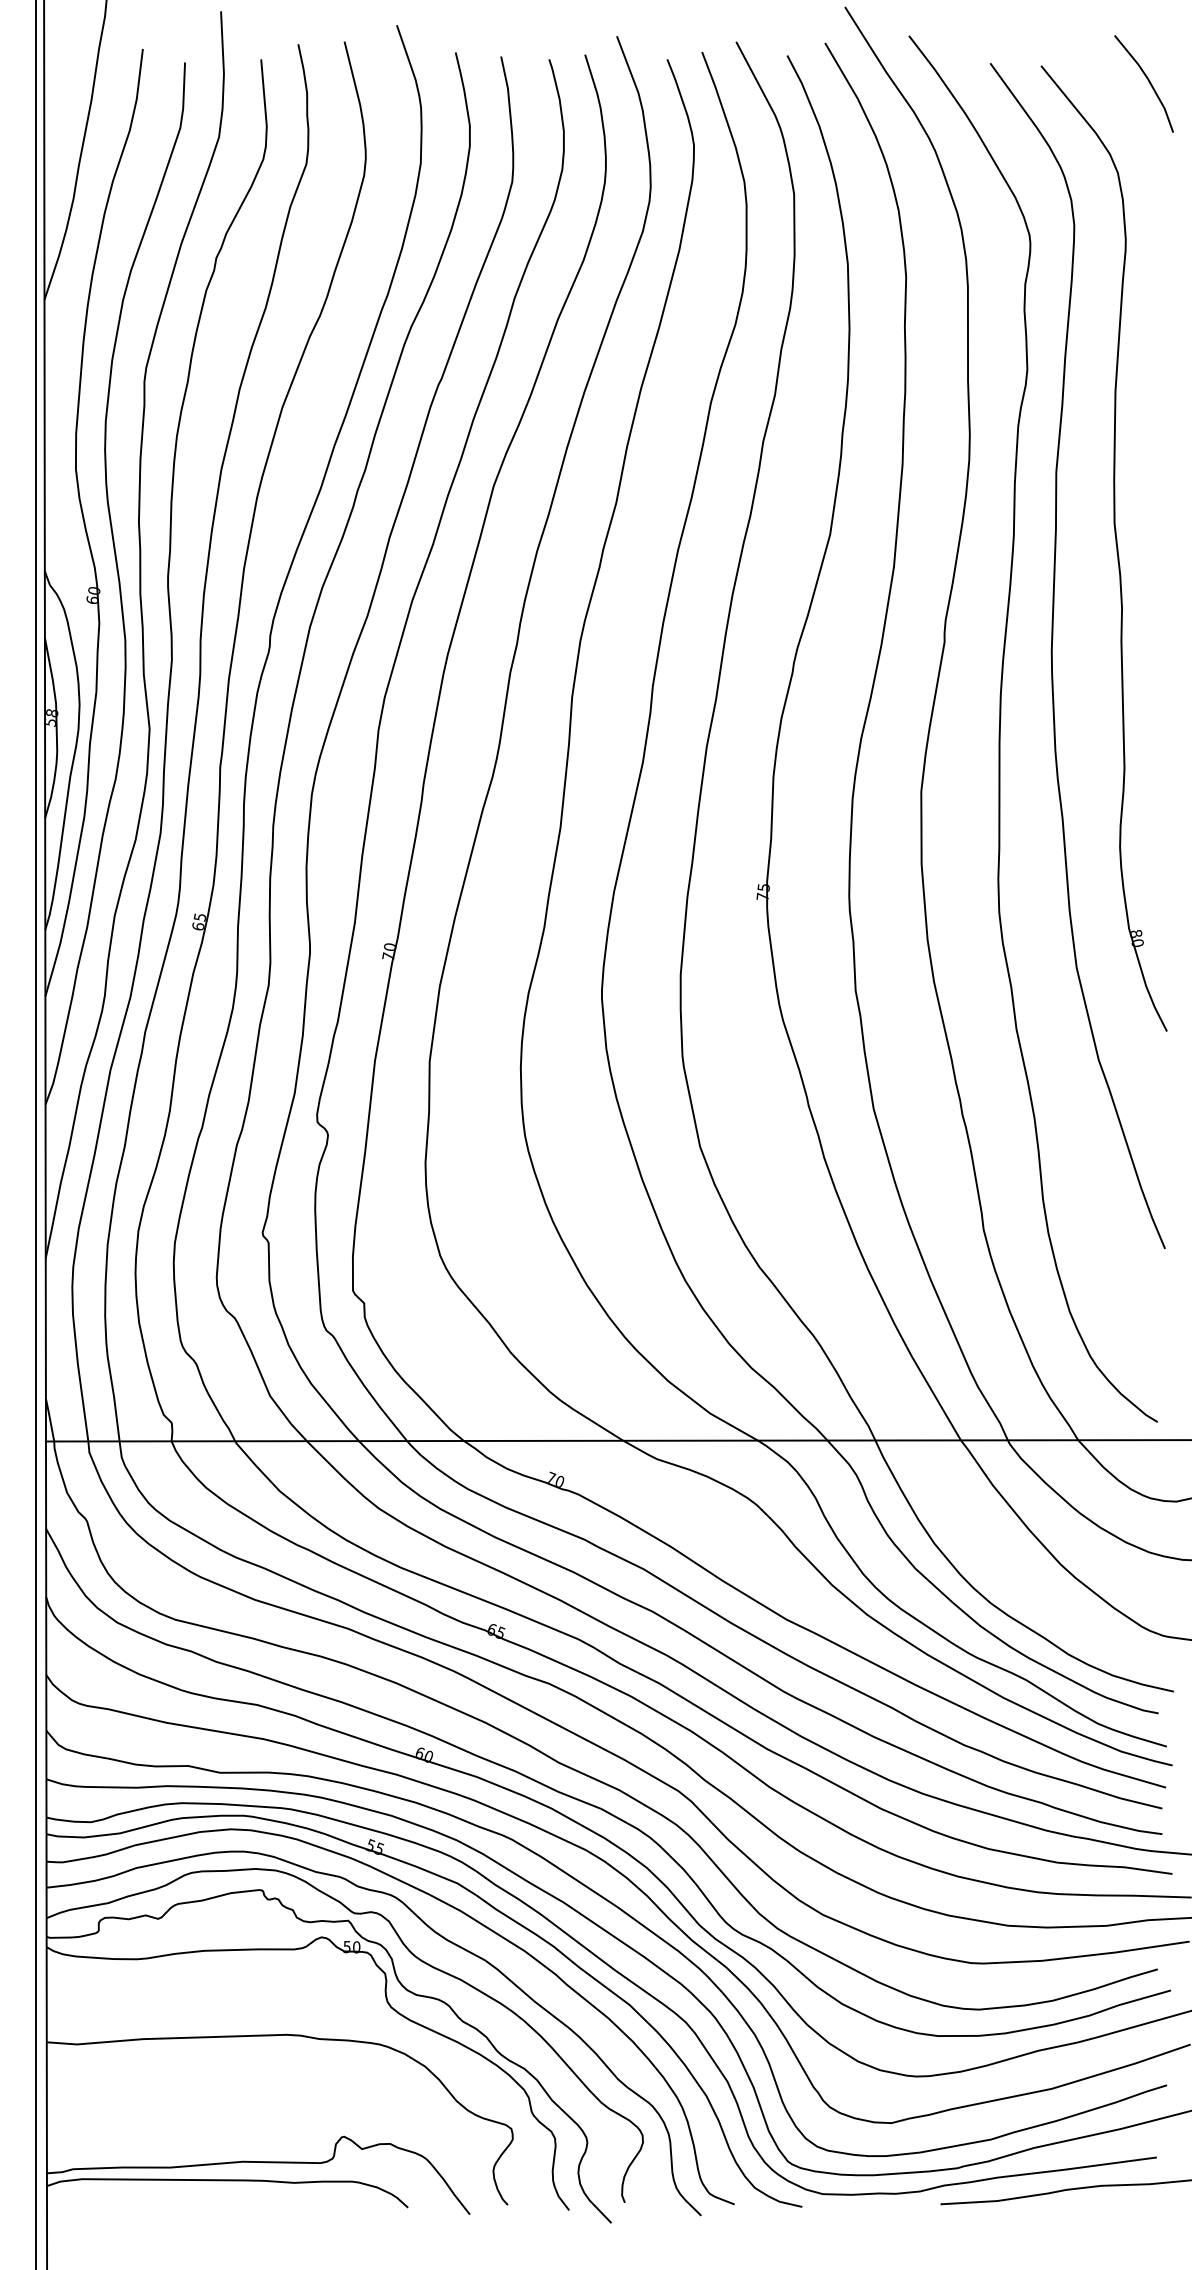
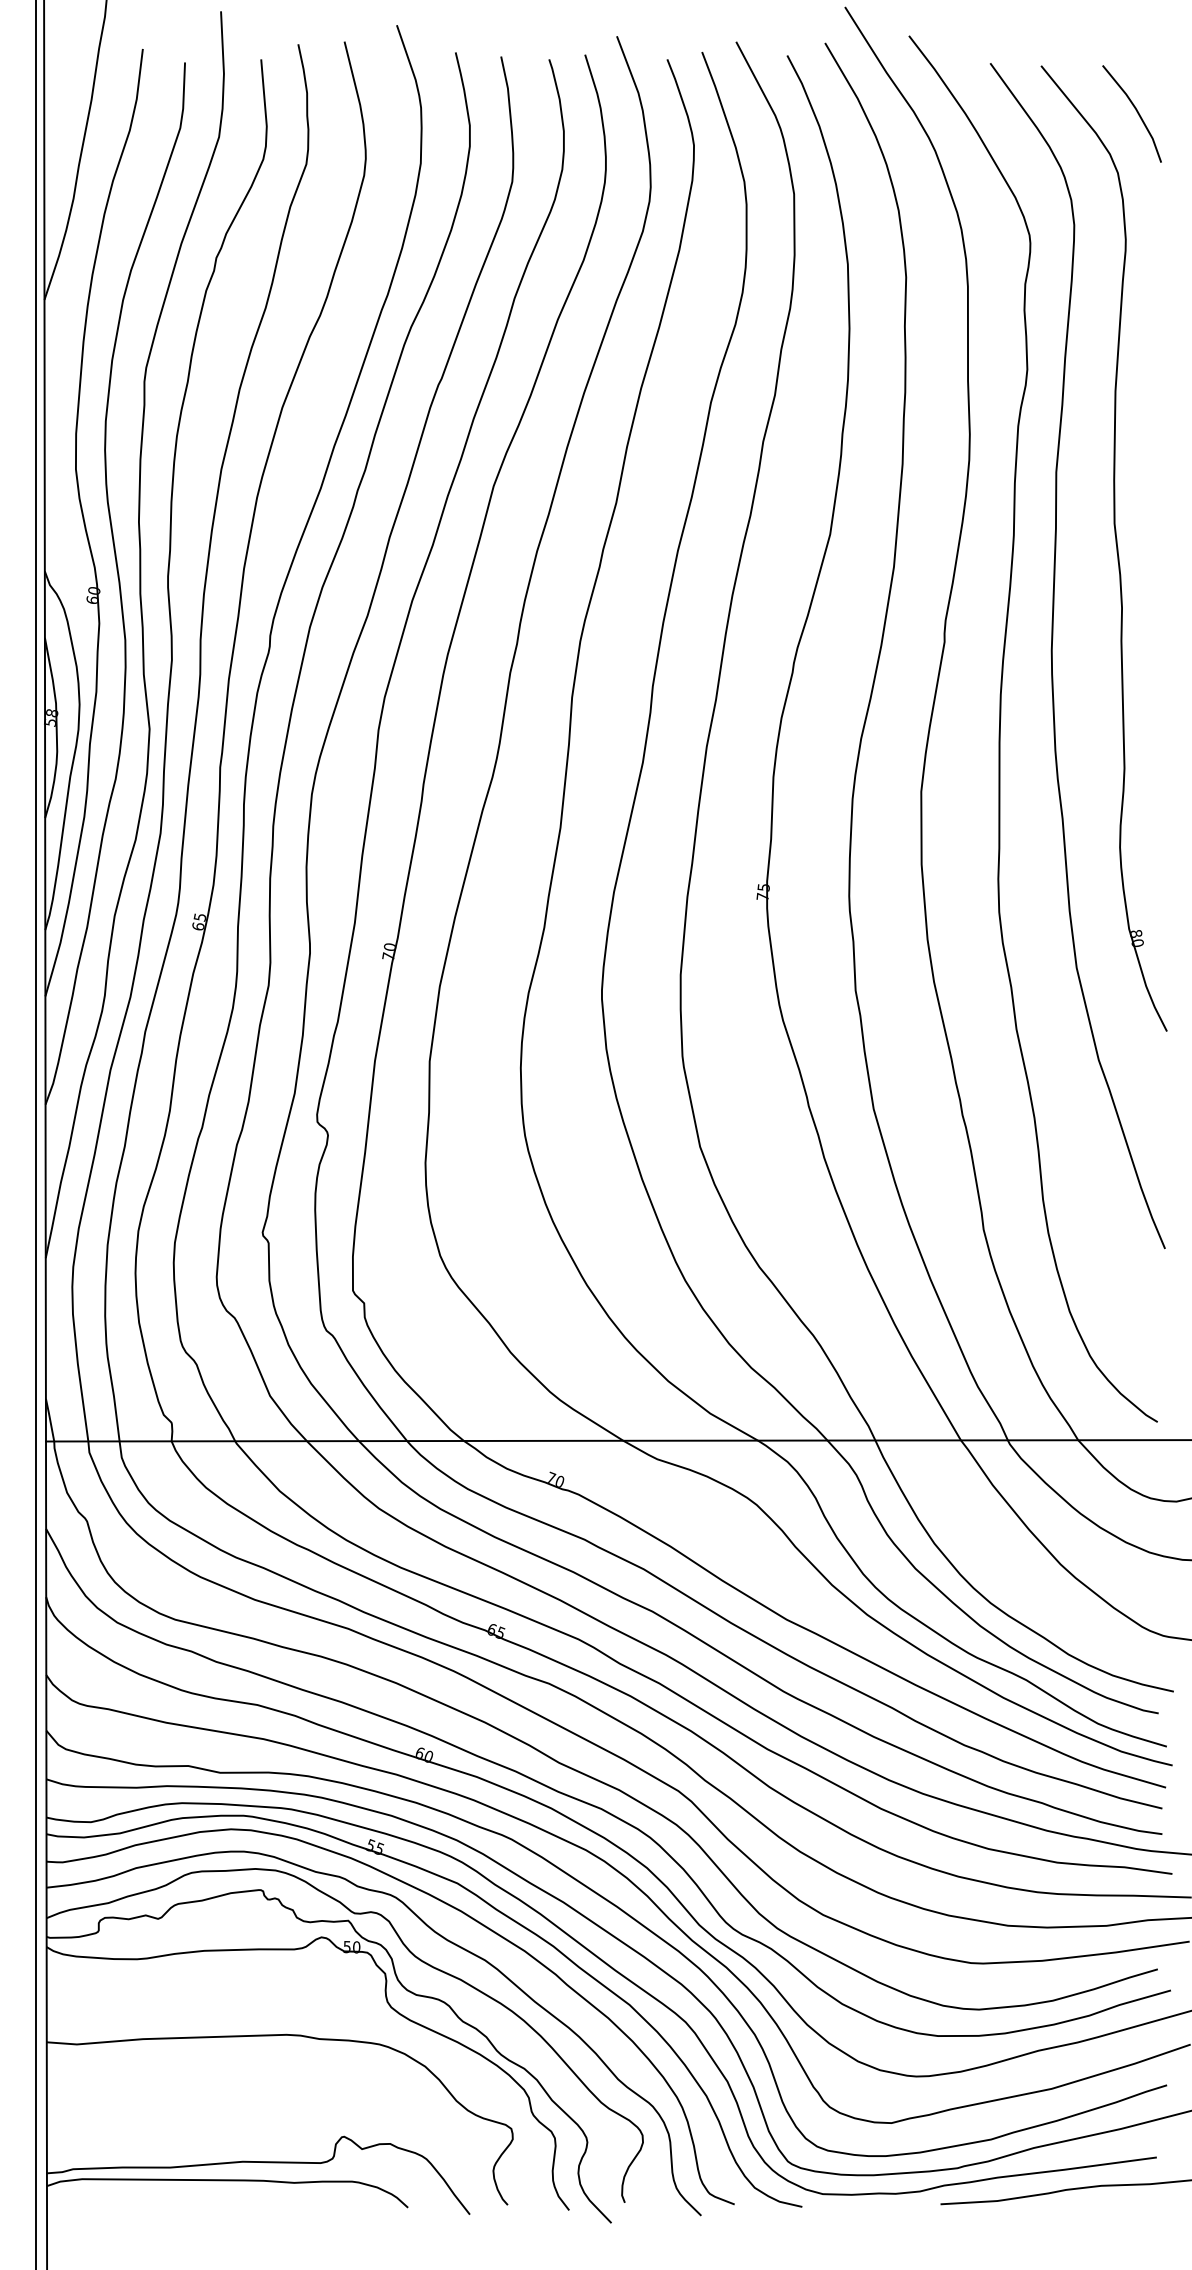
line at (1147, 80) position: (1147, 80) -> (1135, 110)
